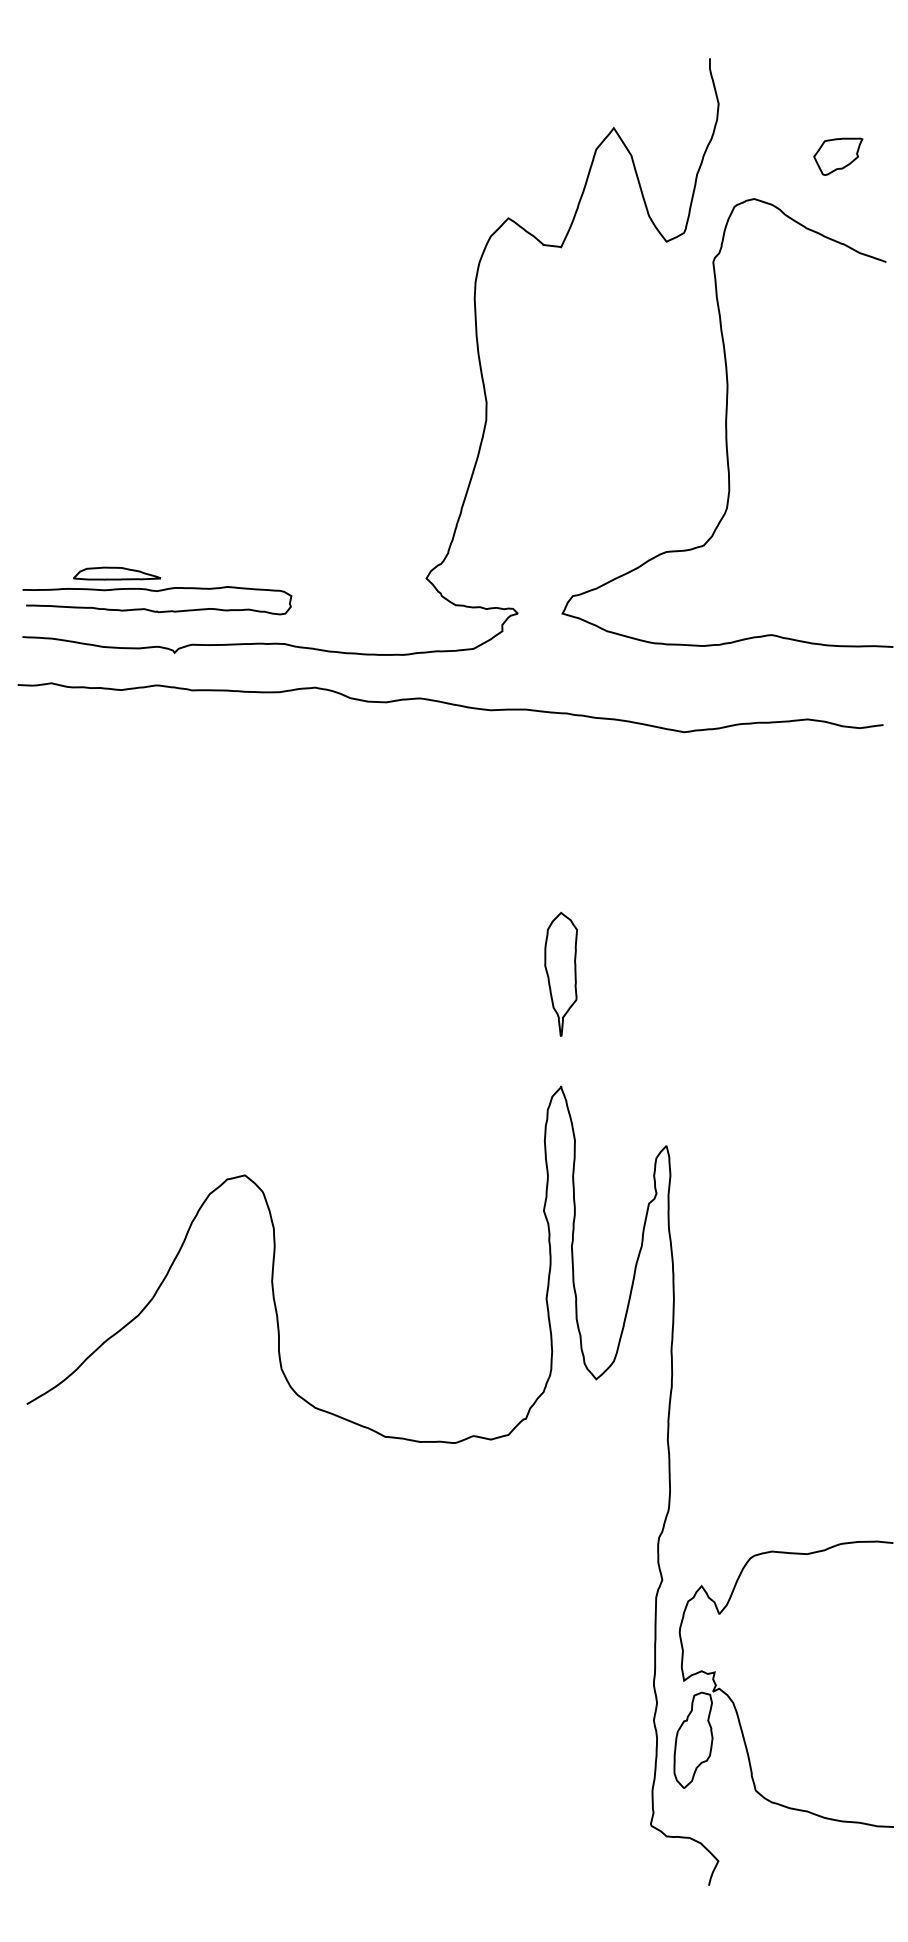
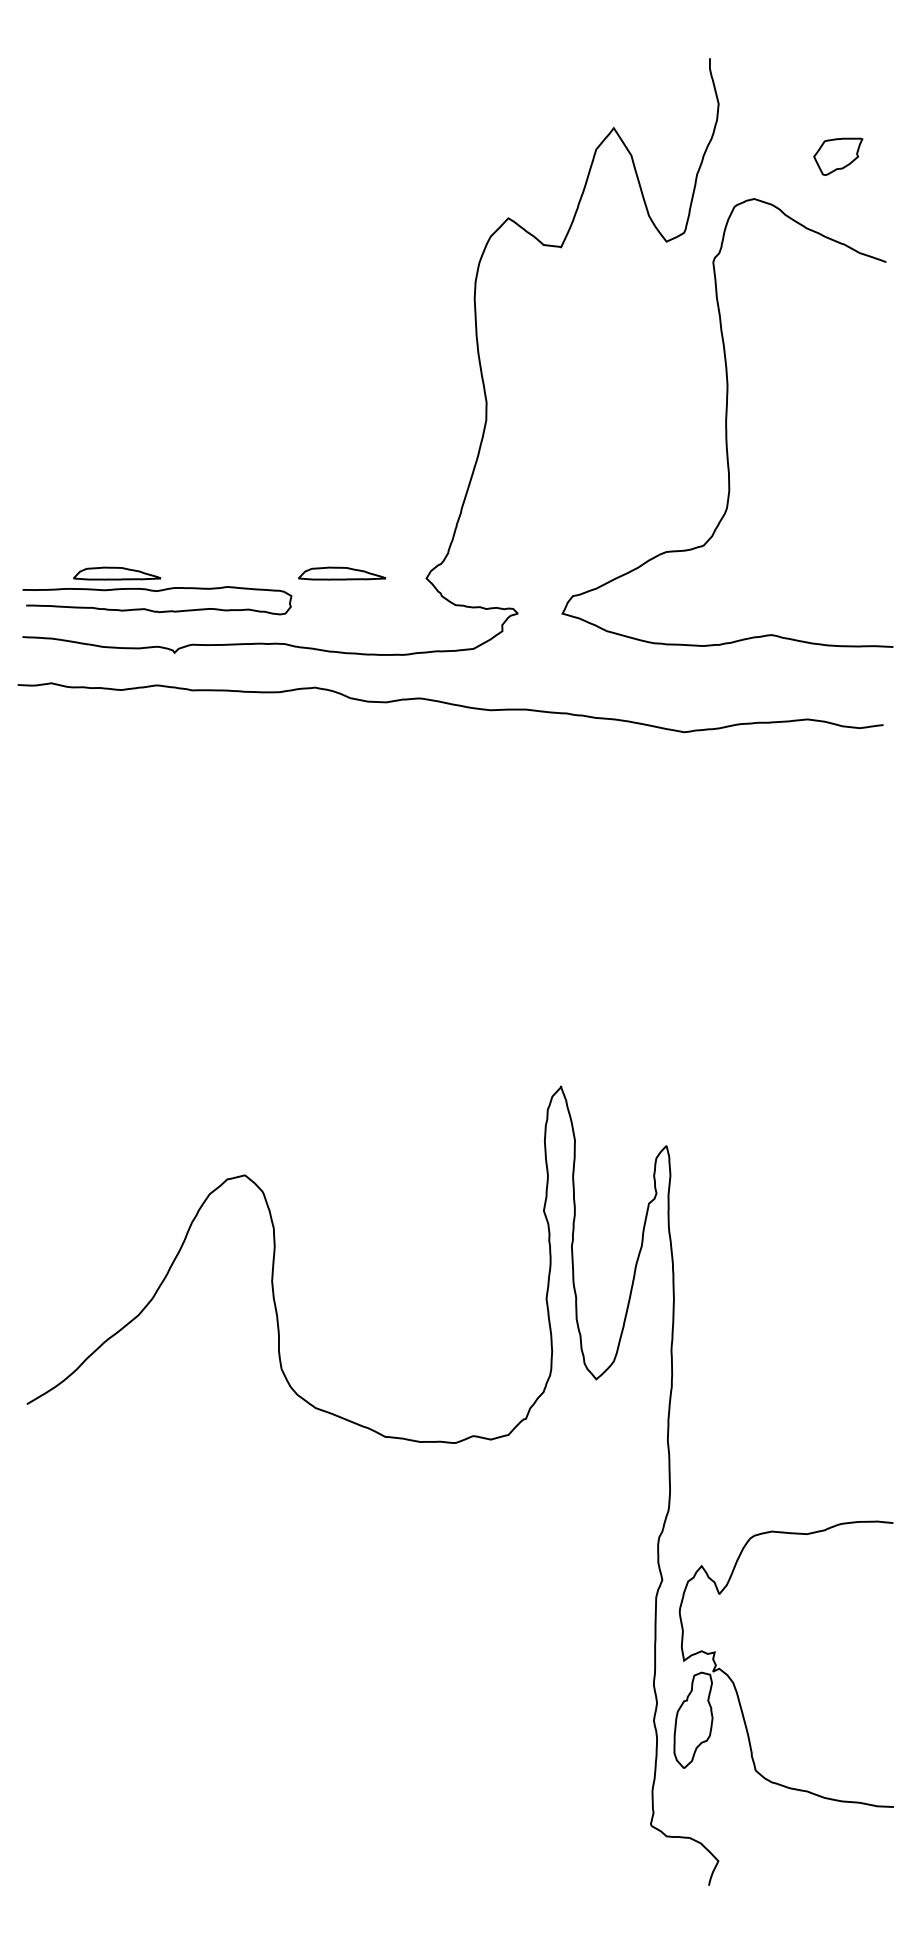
part at (342, 573): none -> present
part at (560, 973): present -> none
part at (734, 1702) position: (734, 1702) -> (734, 1682)
